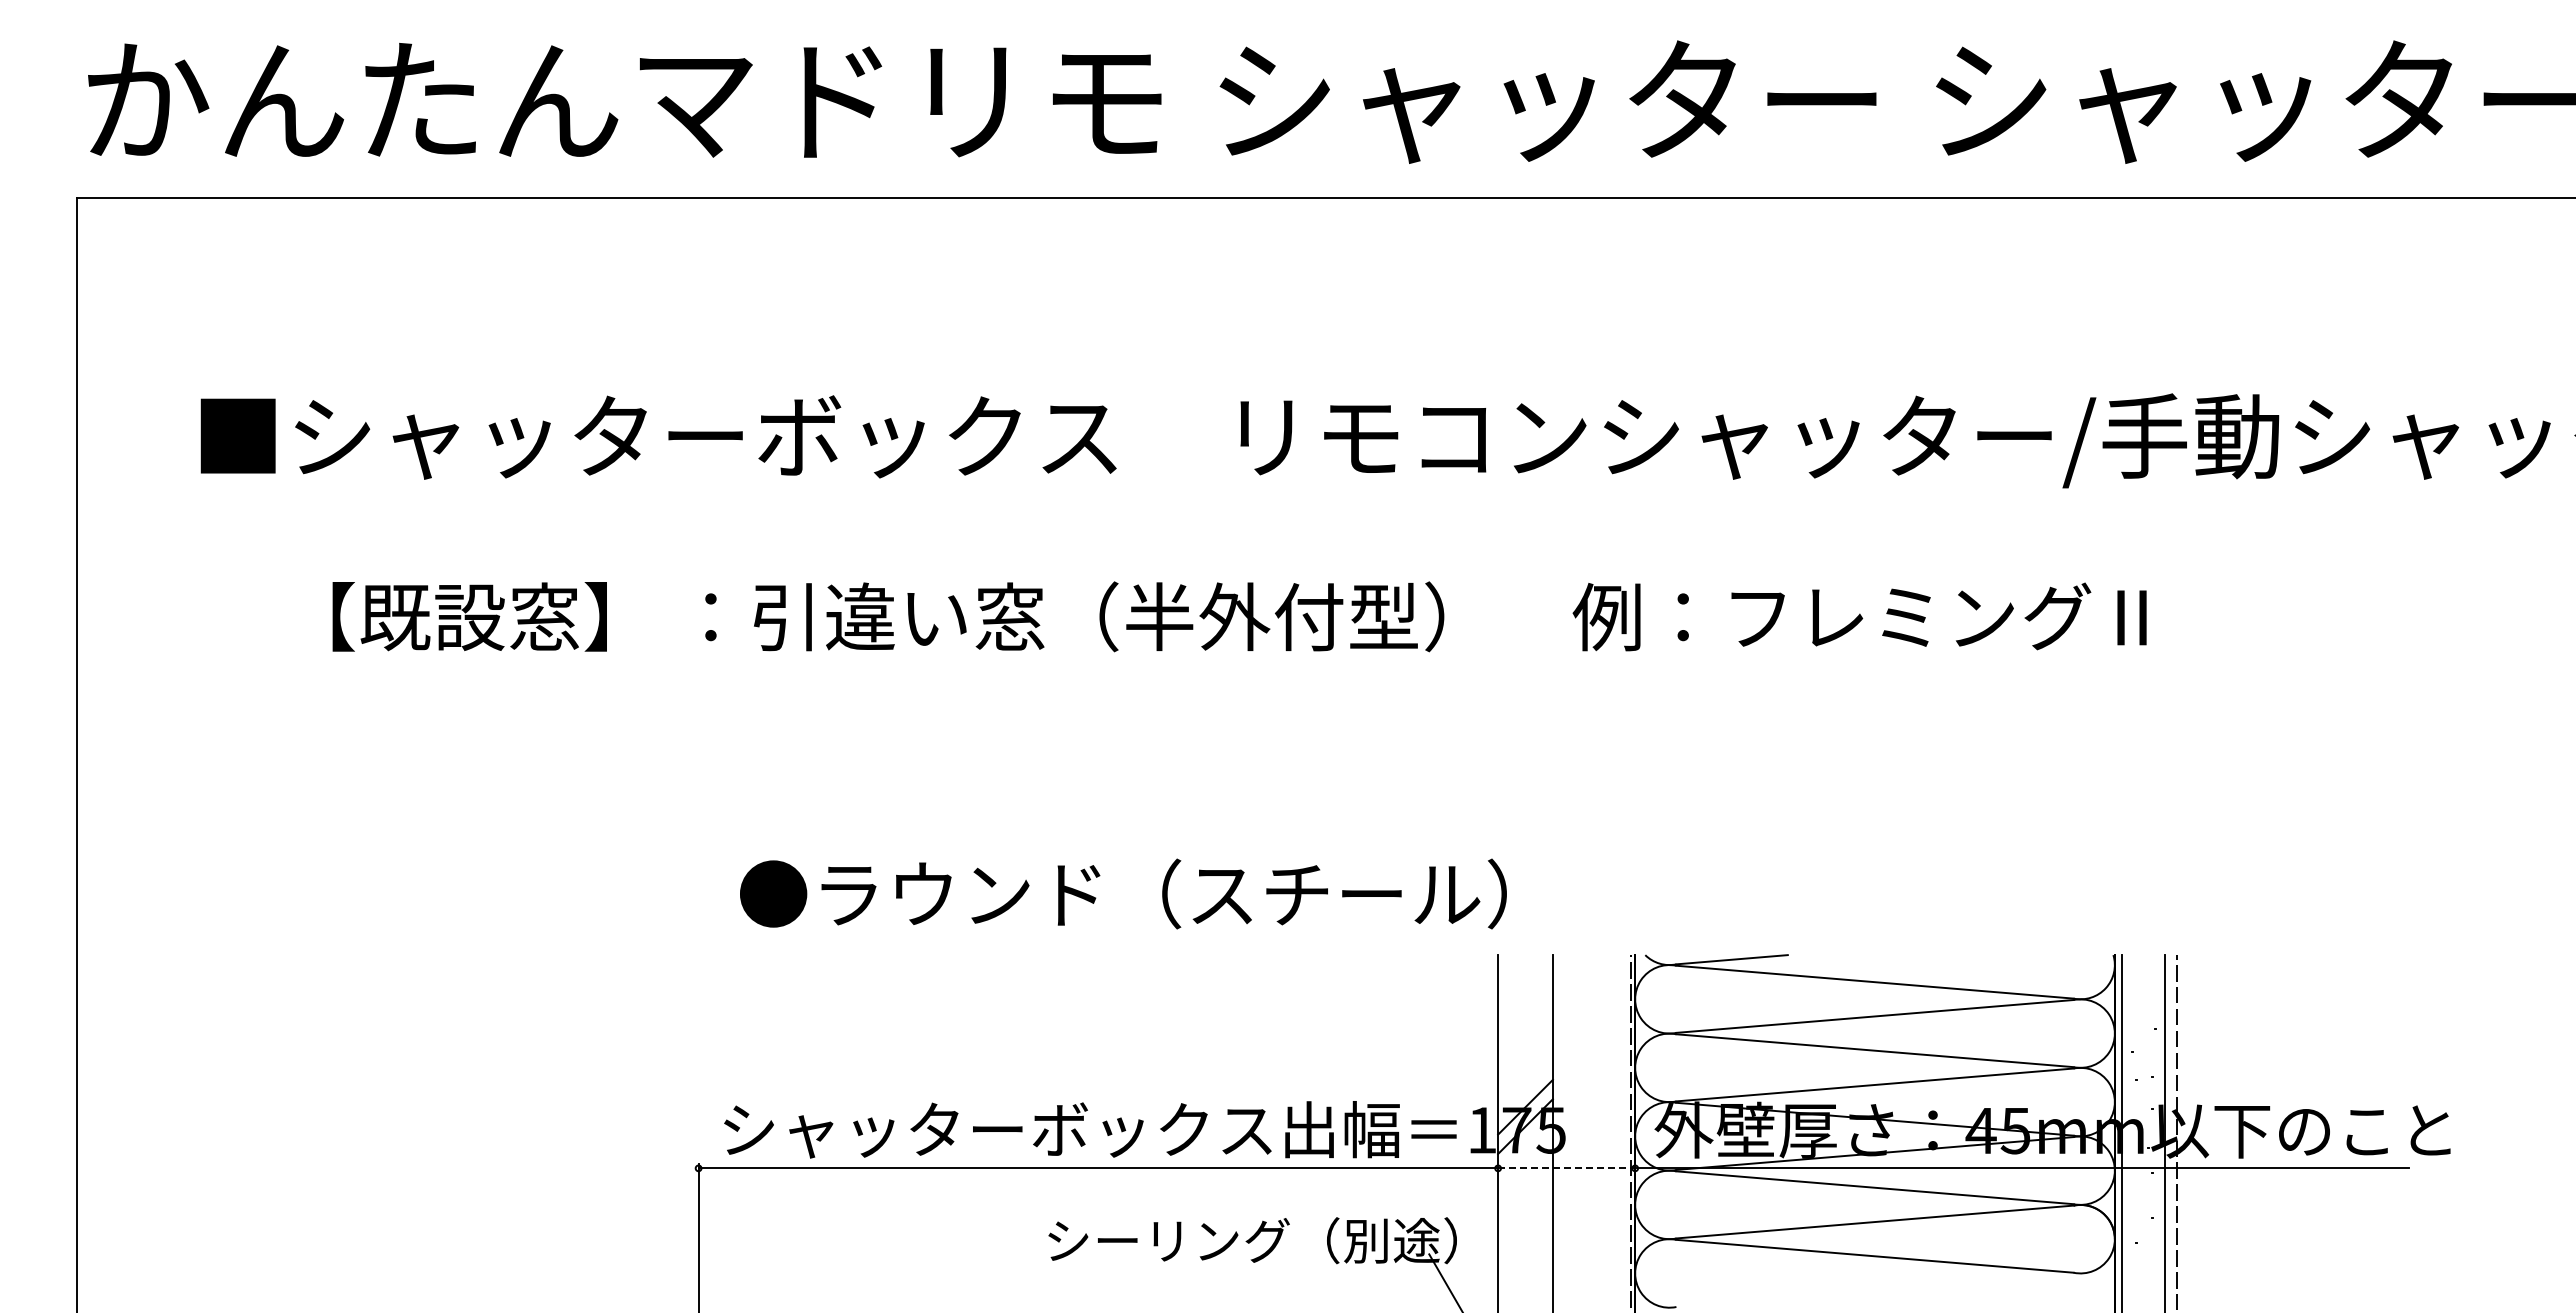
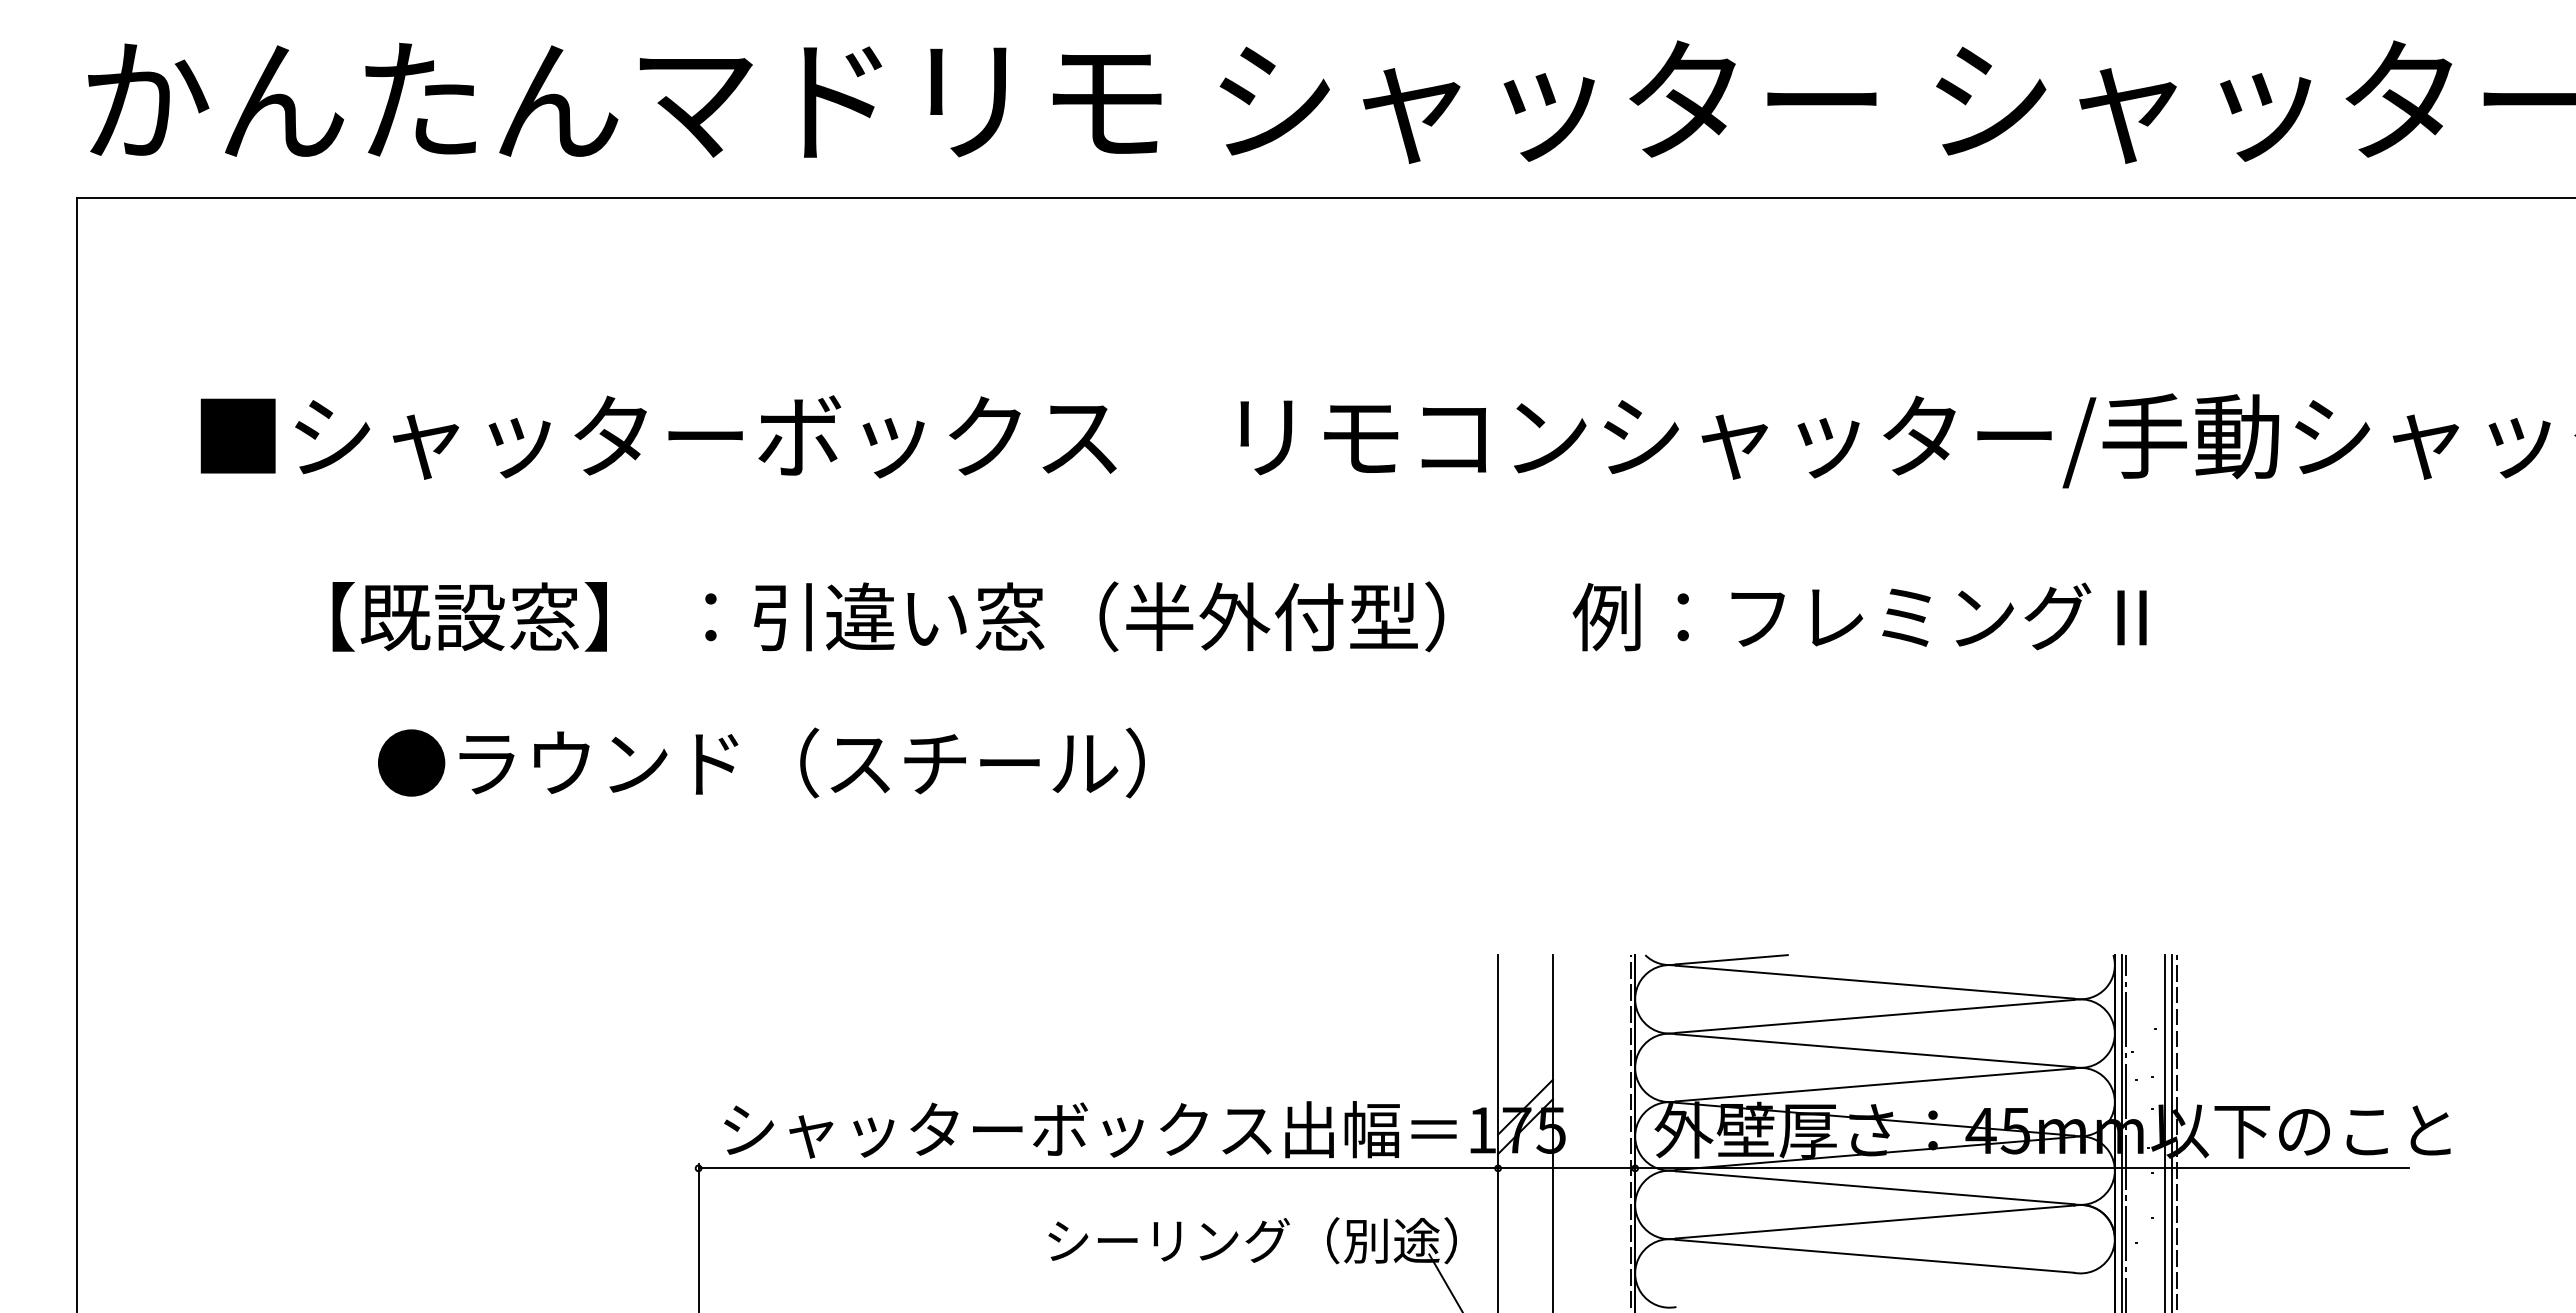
text at (1123, 893) position: (1123, 893) -> (761, 762)
line at (2126, 1132): none -> present
line at (2171, 1132): none -> present
line at (1566, 1168): dashed -> solid
